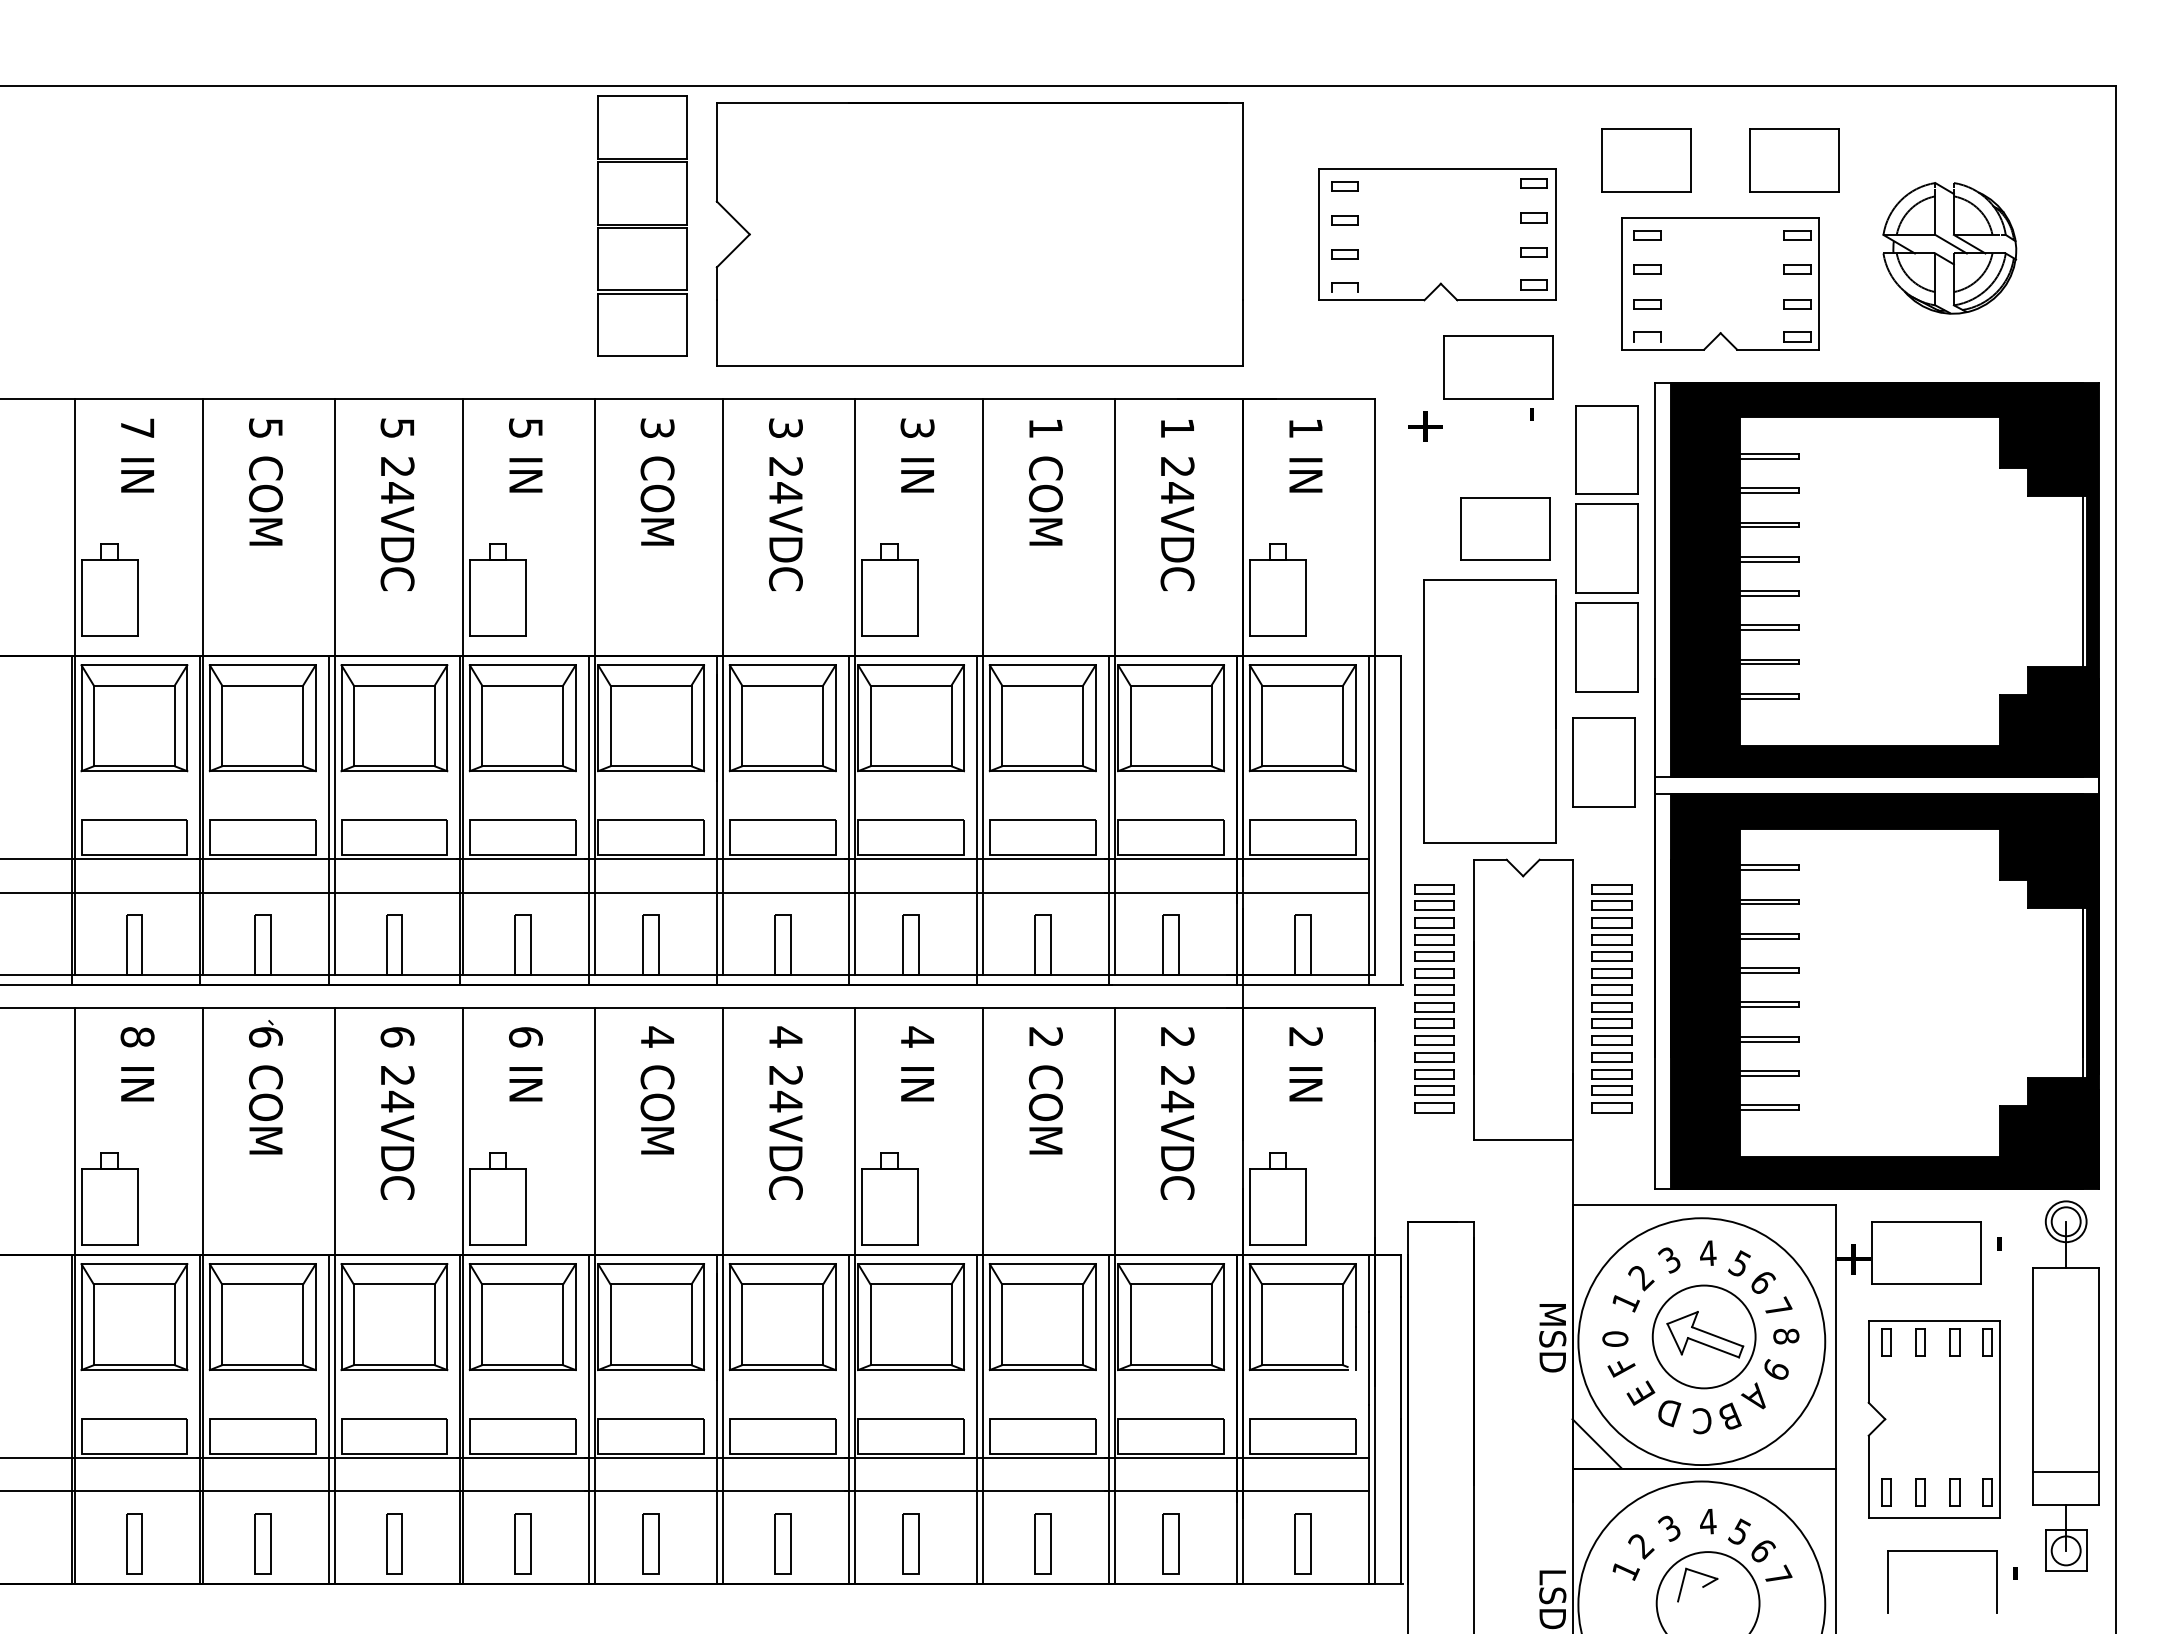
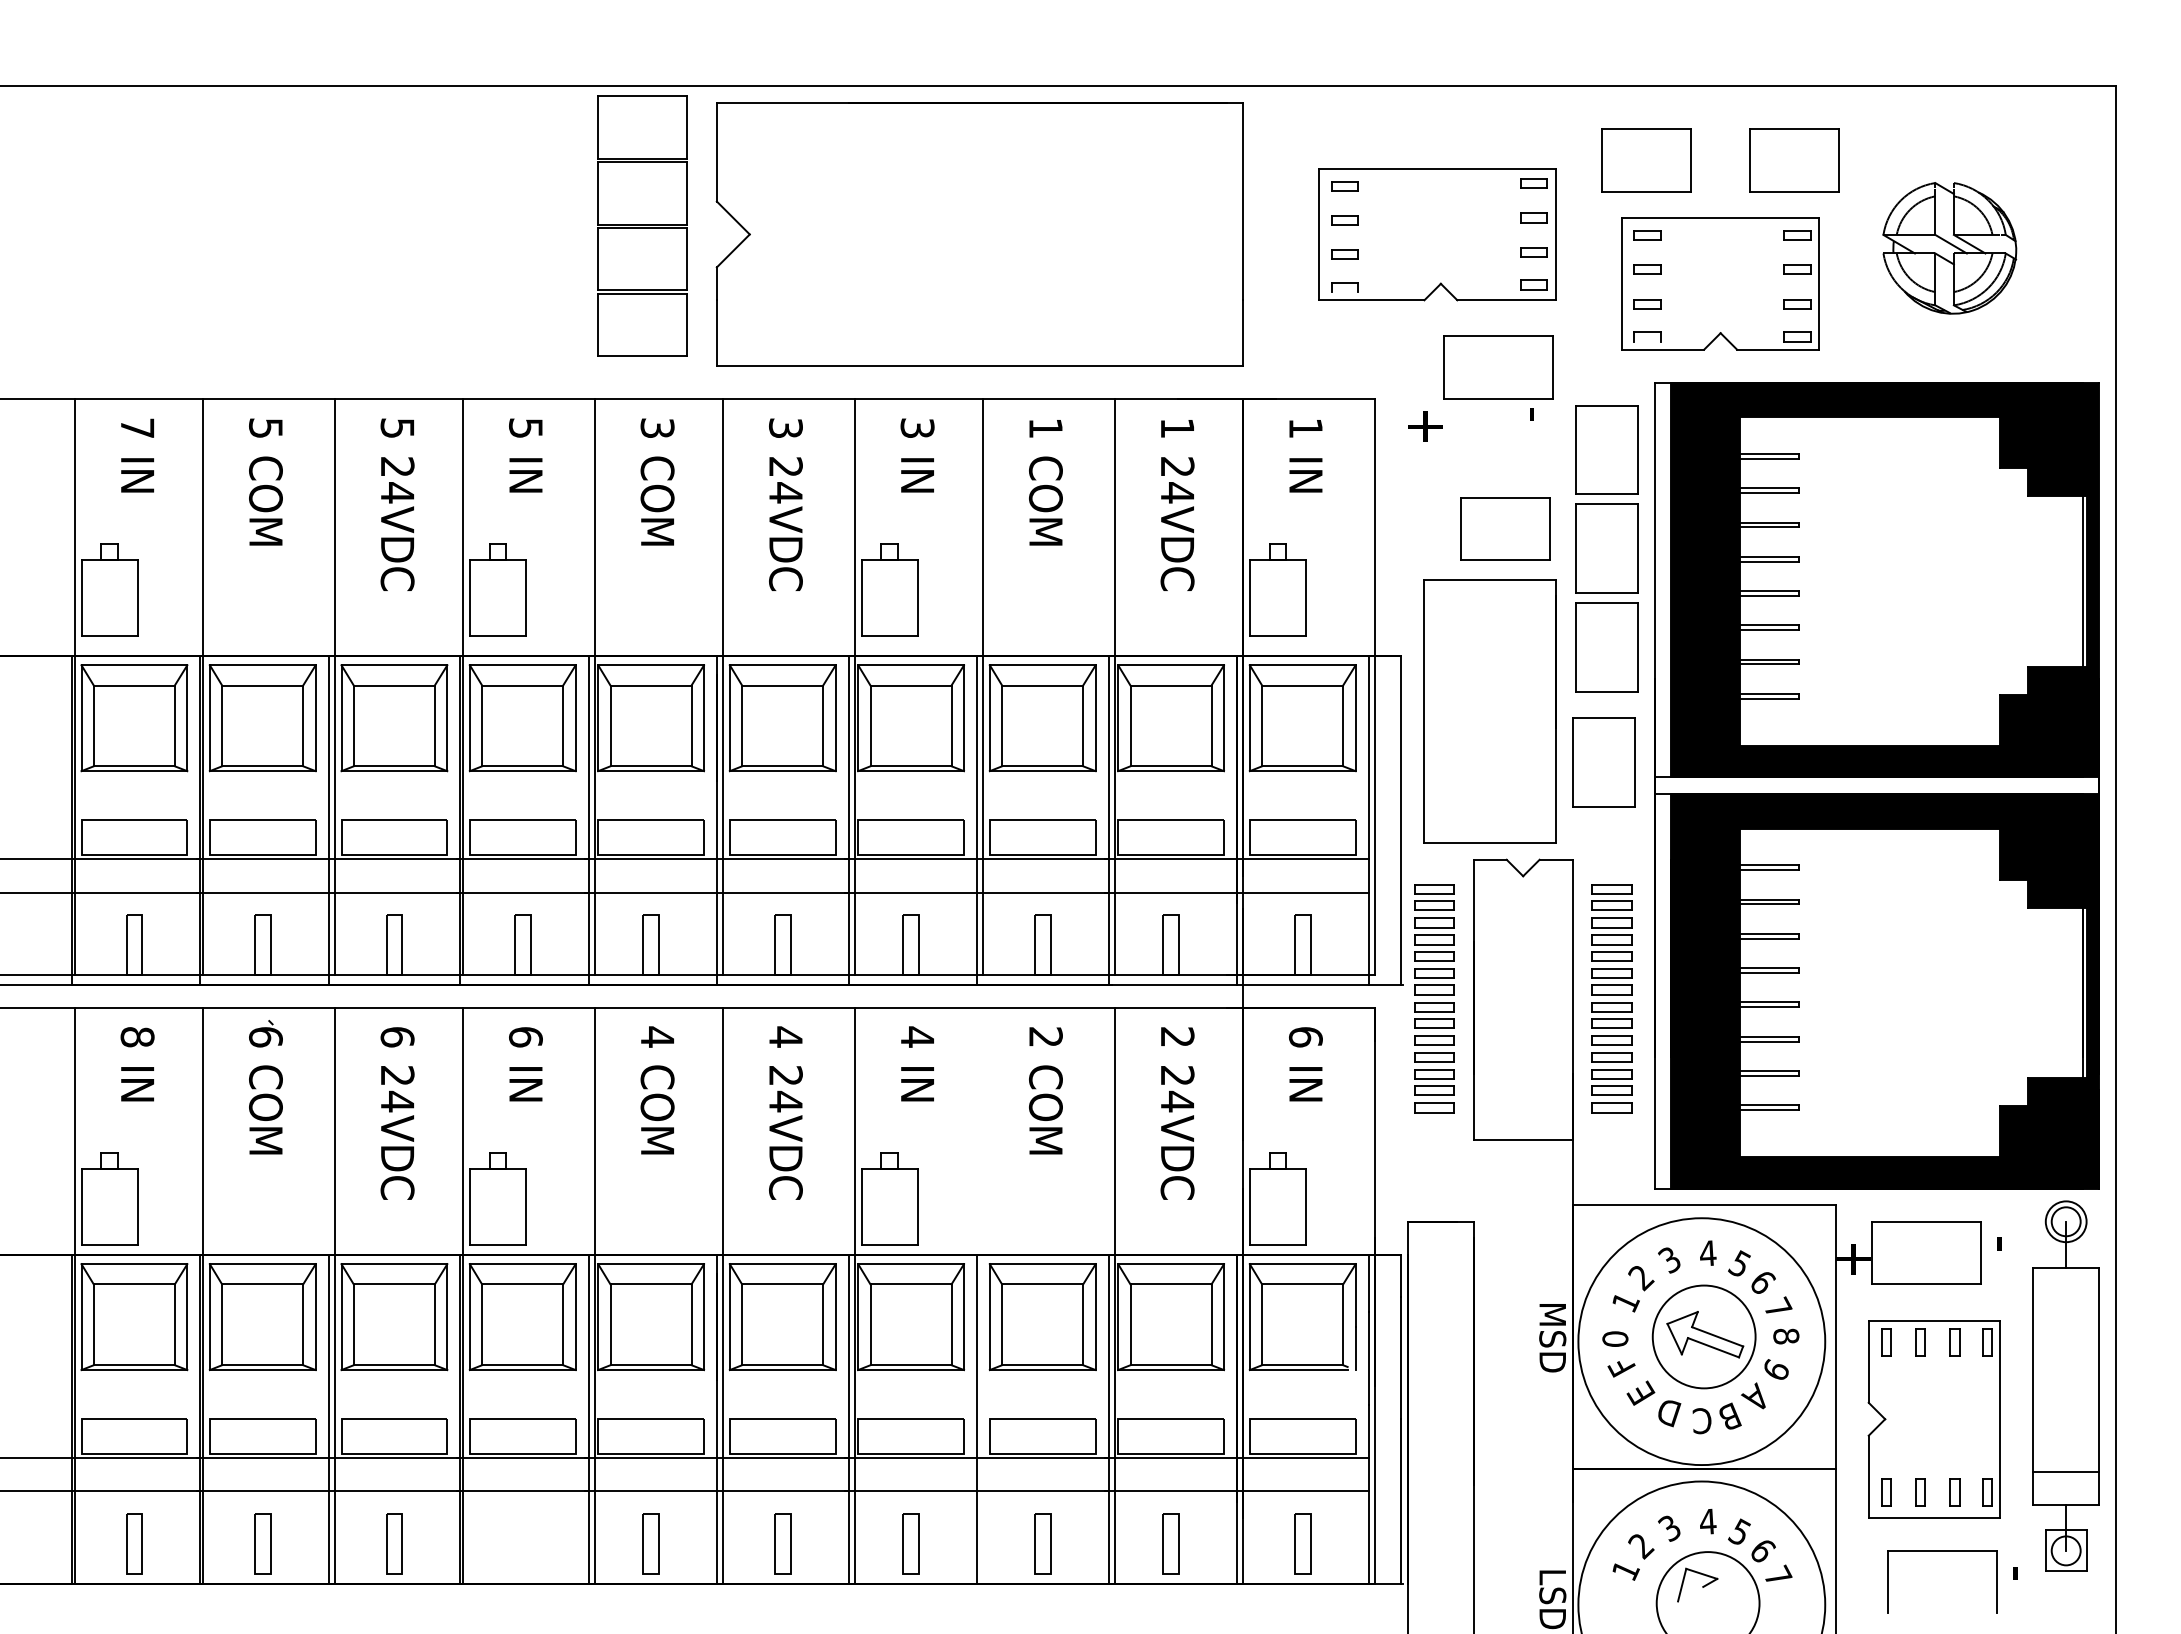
text at (1305, 1037): 2 -> 6
line at (983, 1295): present -> none
line at (1596, 1443): present -> none
part at (522, 1543): present -> none
